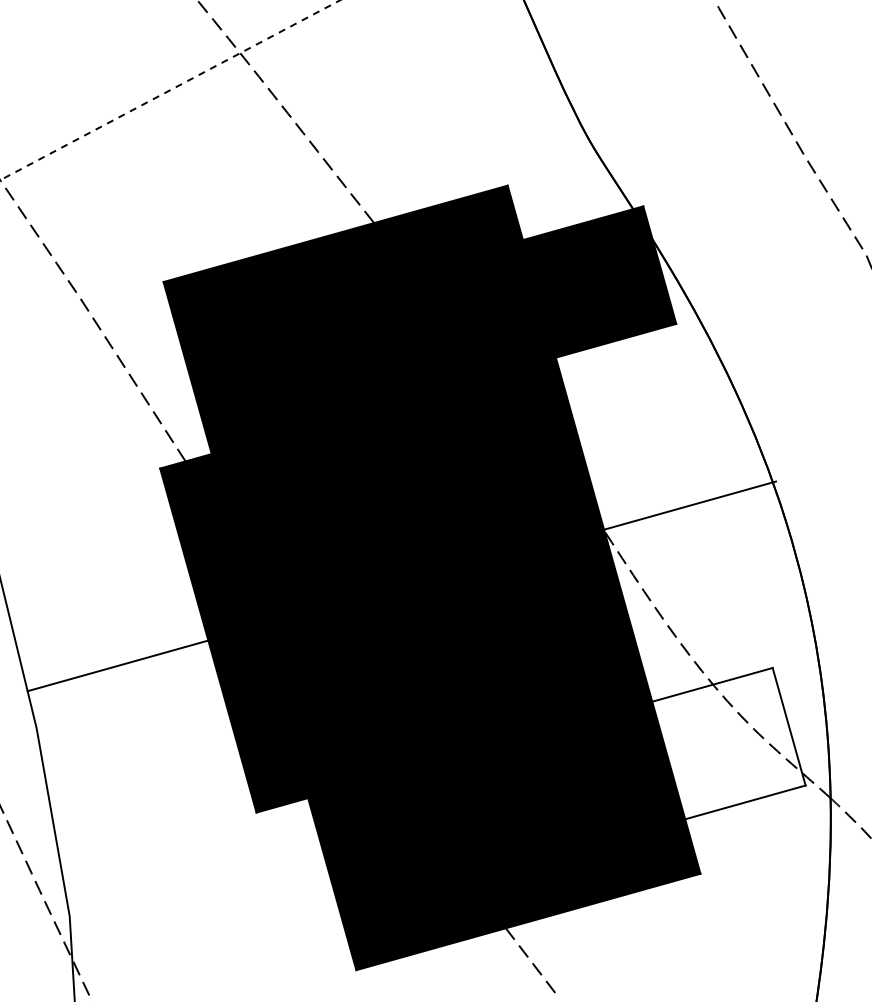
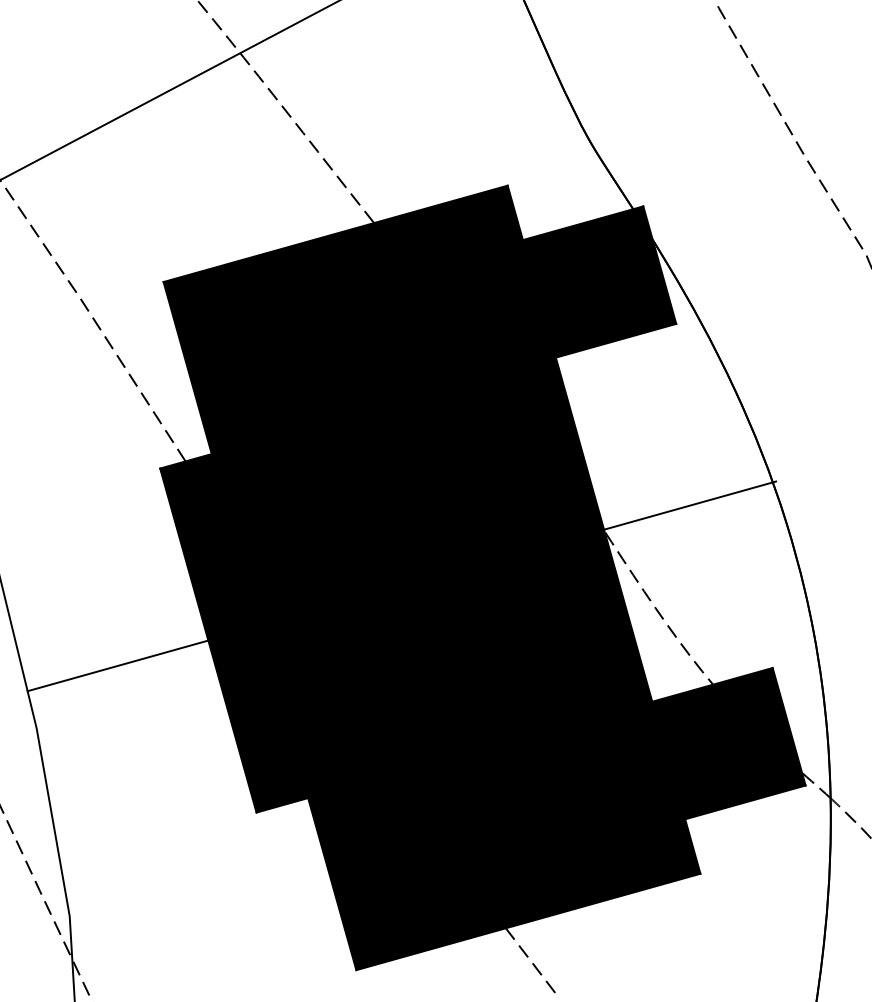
line at (169, 90): dashed -> solid
fill at (728, 743): none -> present
